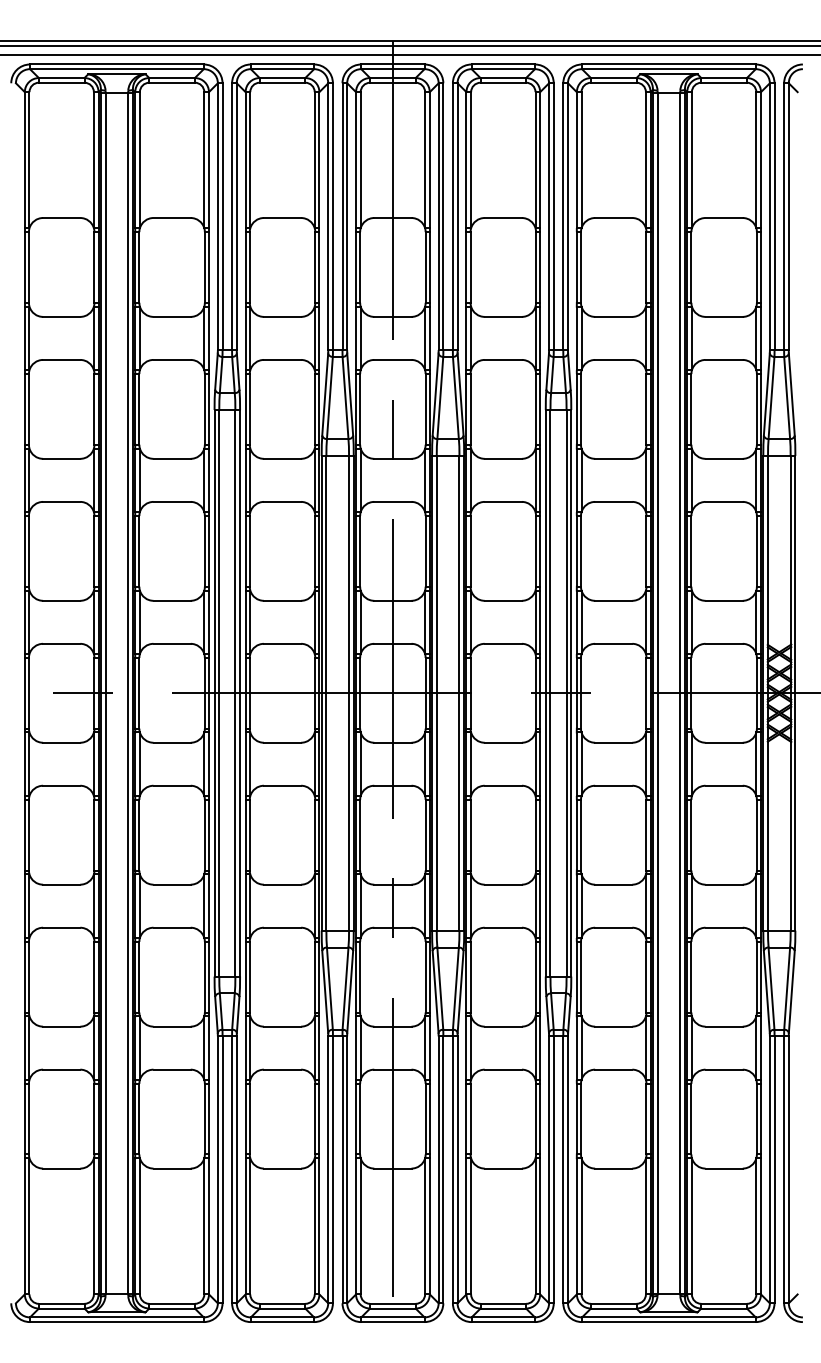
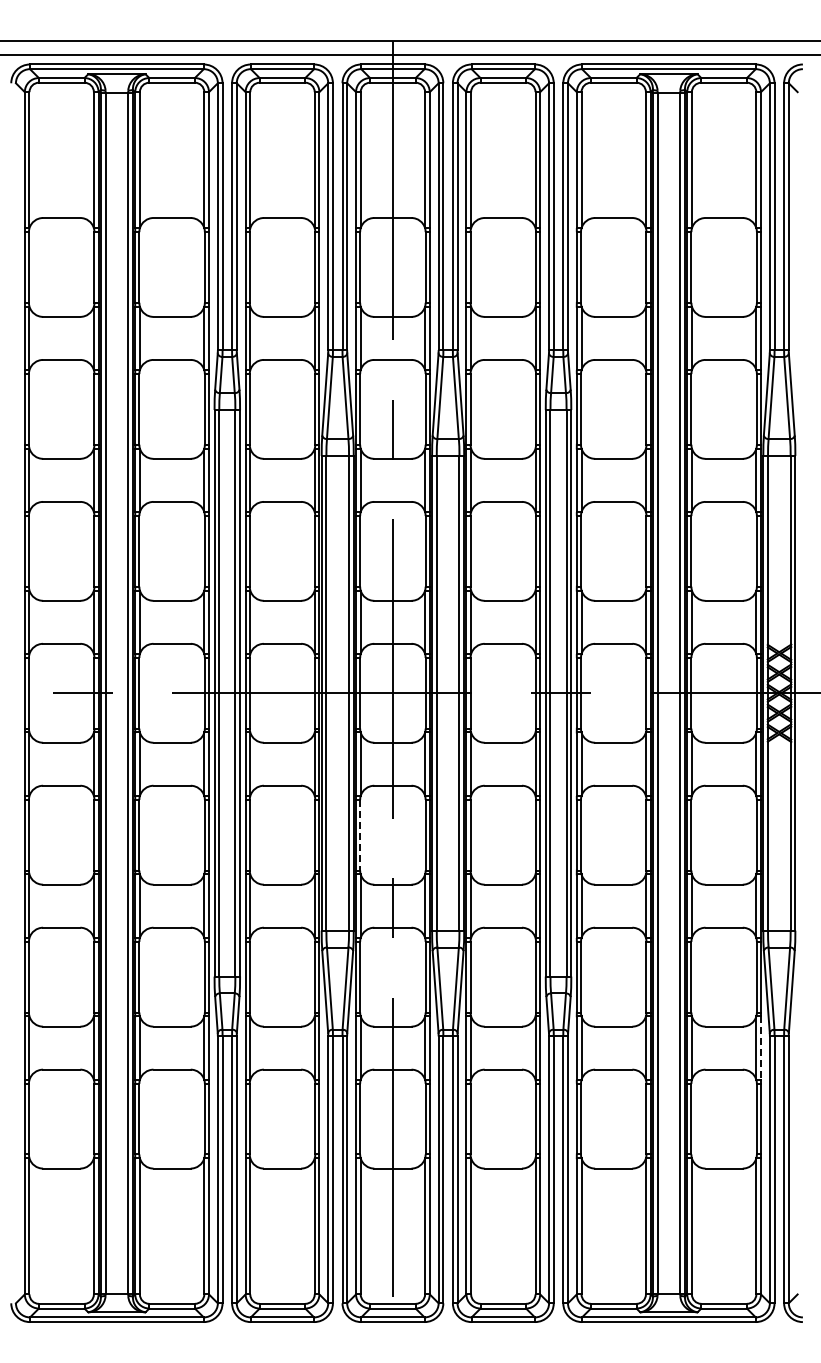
line at (409, 45): present -> none
line at (360, 835): solid -> dashed
line at (761, 1048): solid -> dashed
